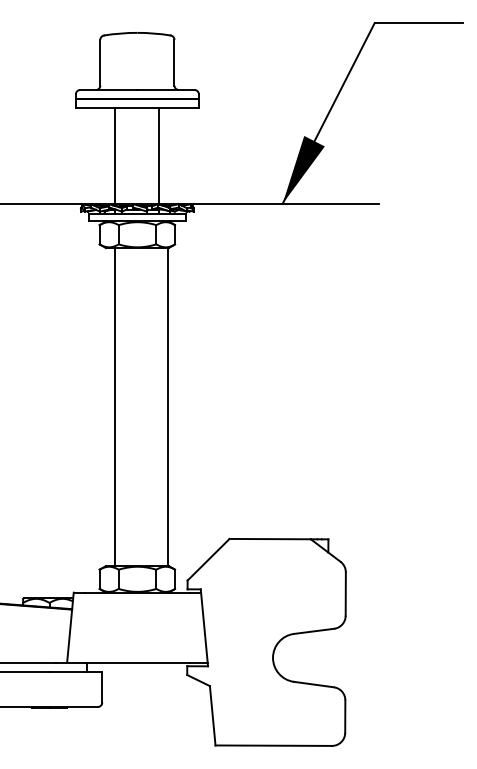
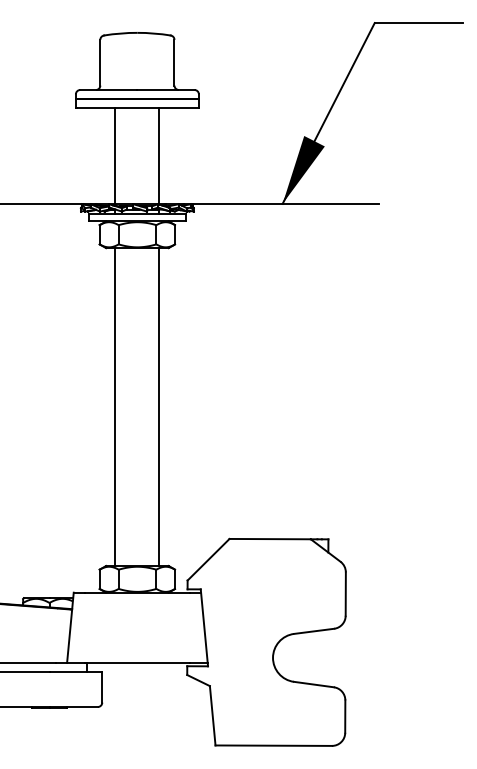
line at (168, 406) position: (168, 406) -> (159, 406)
